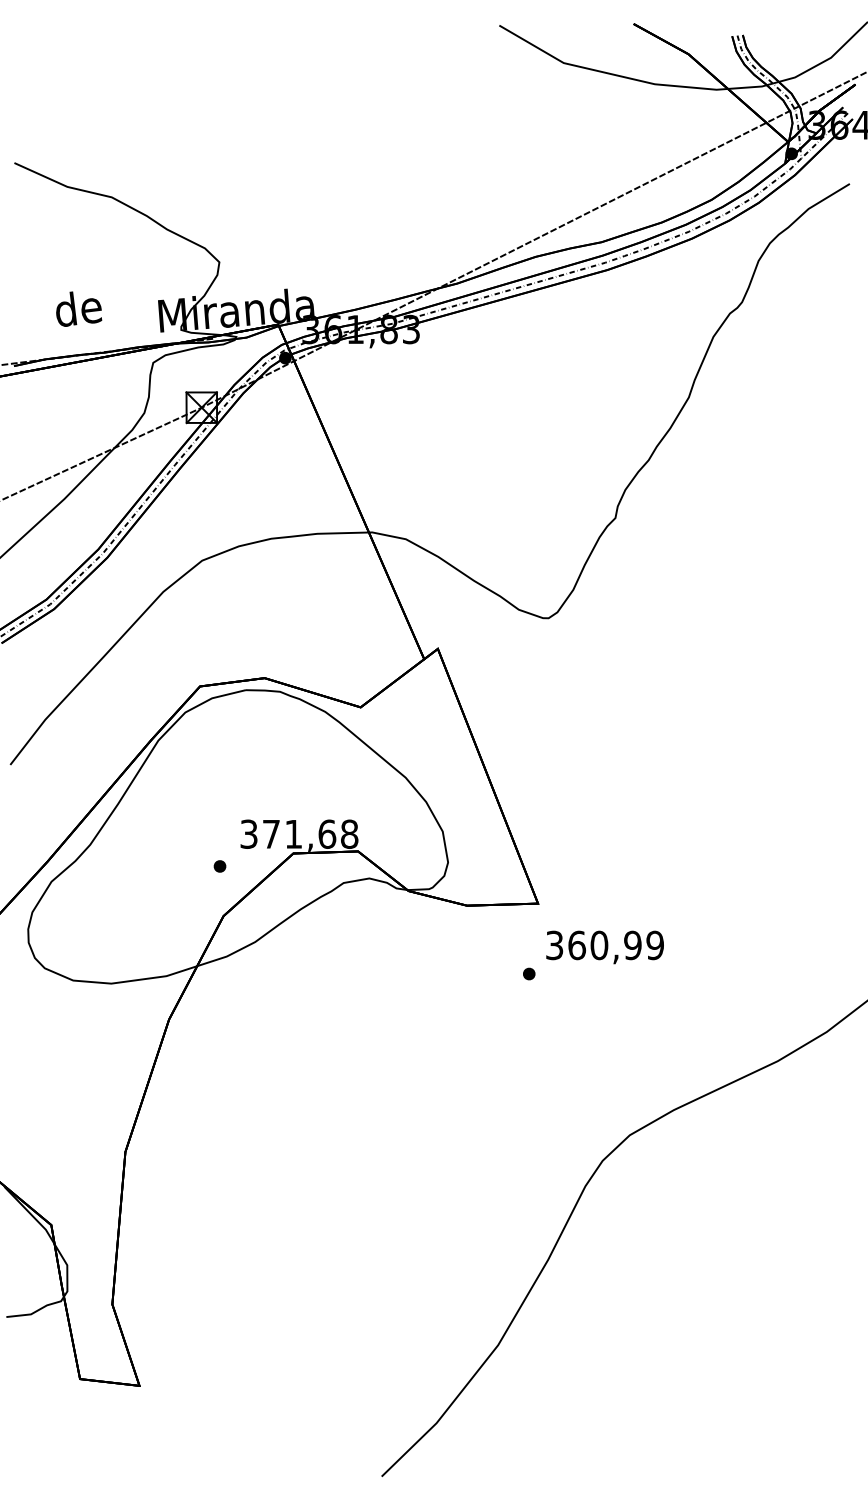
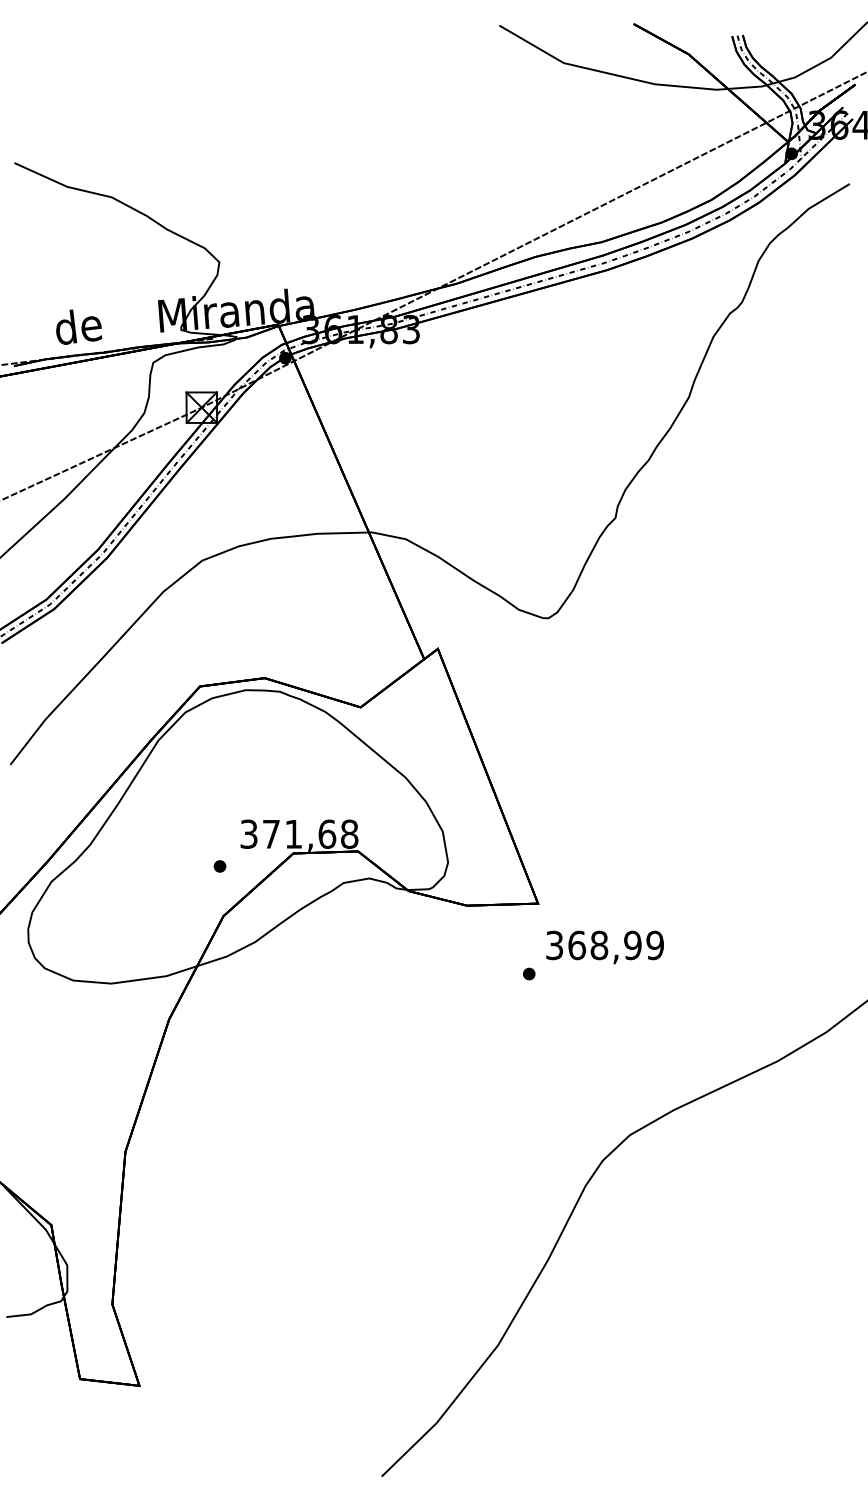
text at (79, 308) position: (79, 308) -> (79, 326)
text at (599, 945): 360,99 -> 368,99
